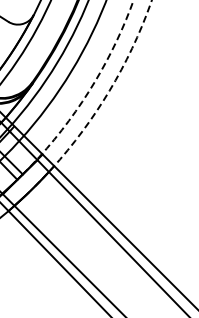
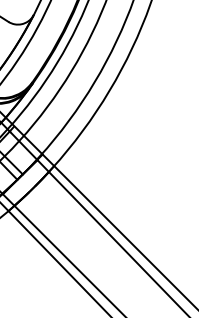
arc at (88, 92): dashed -> solid
arc at (104, 99): dashed -> solid
